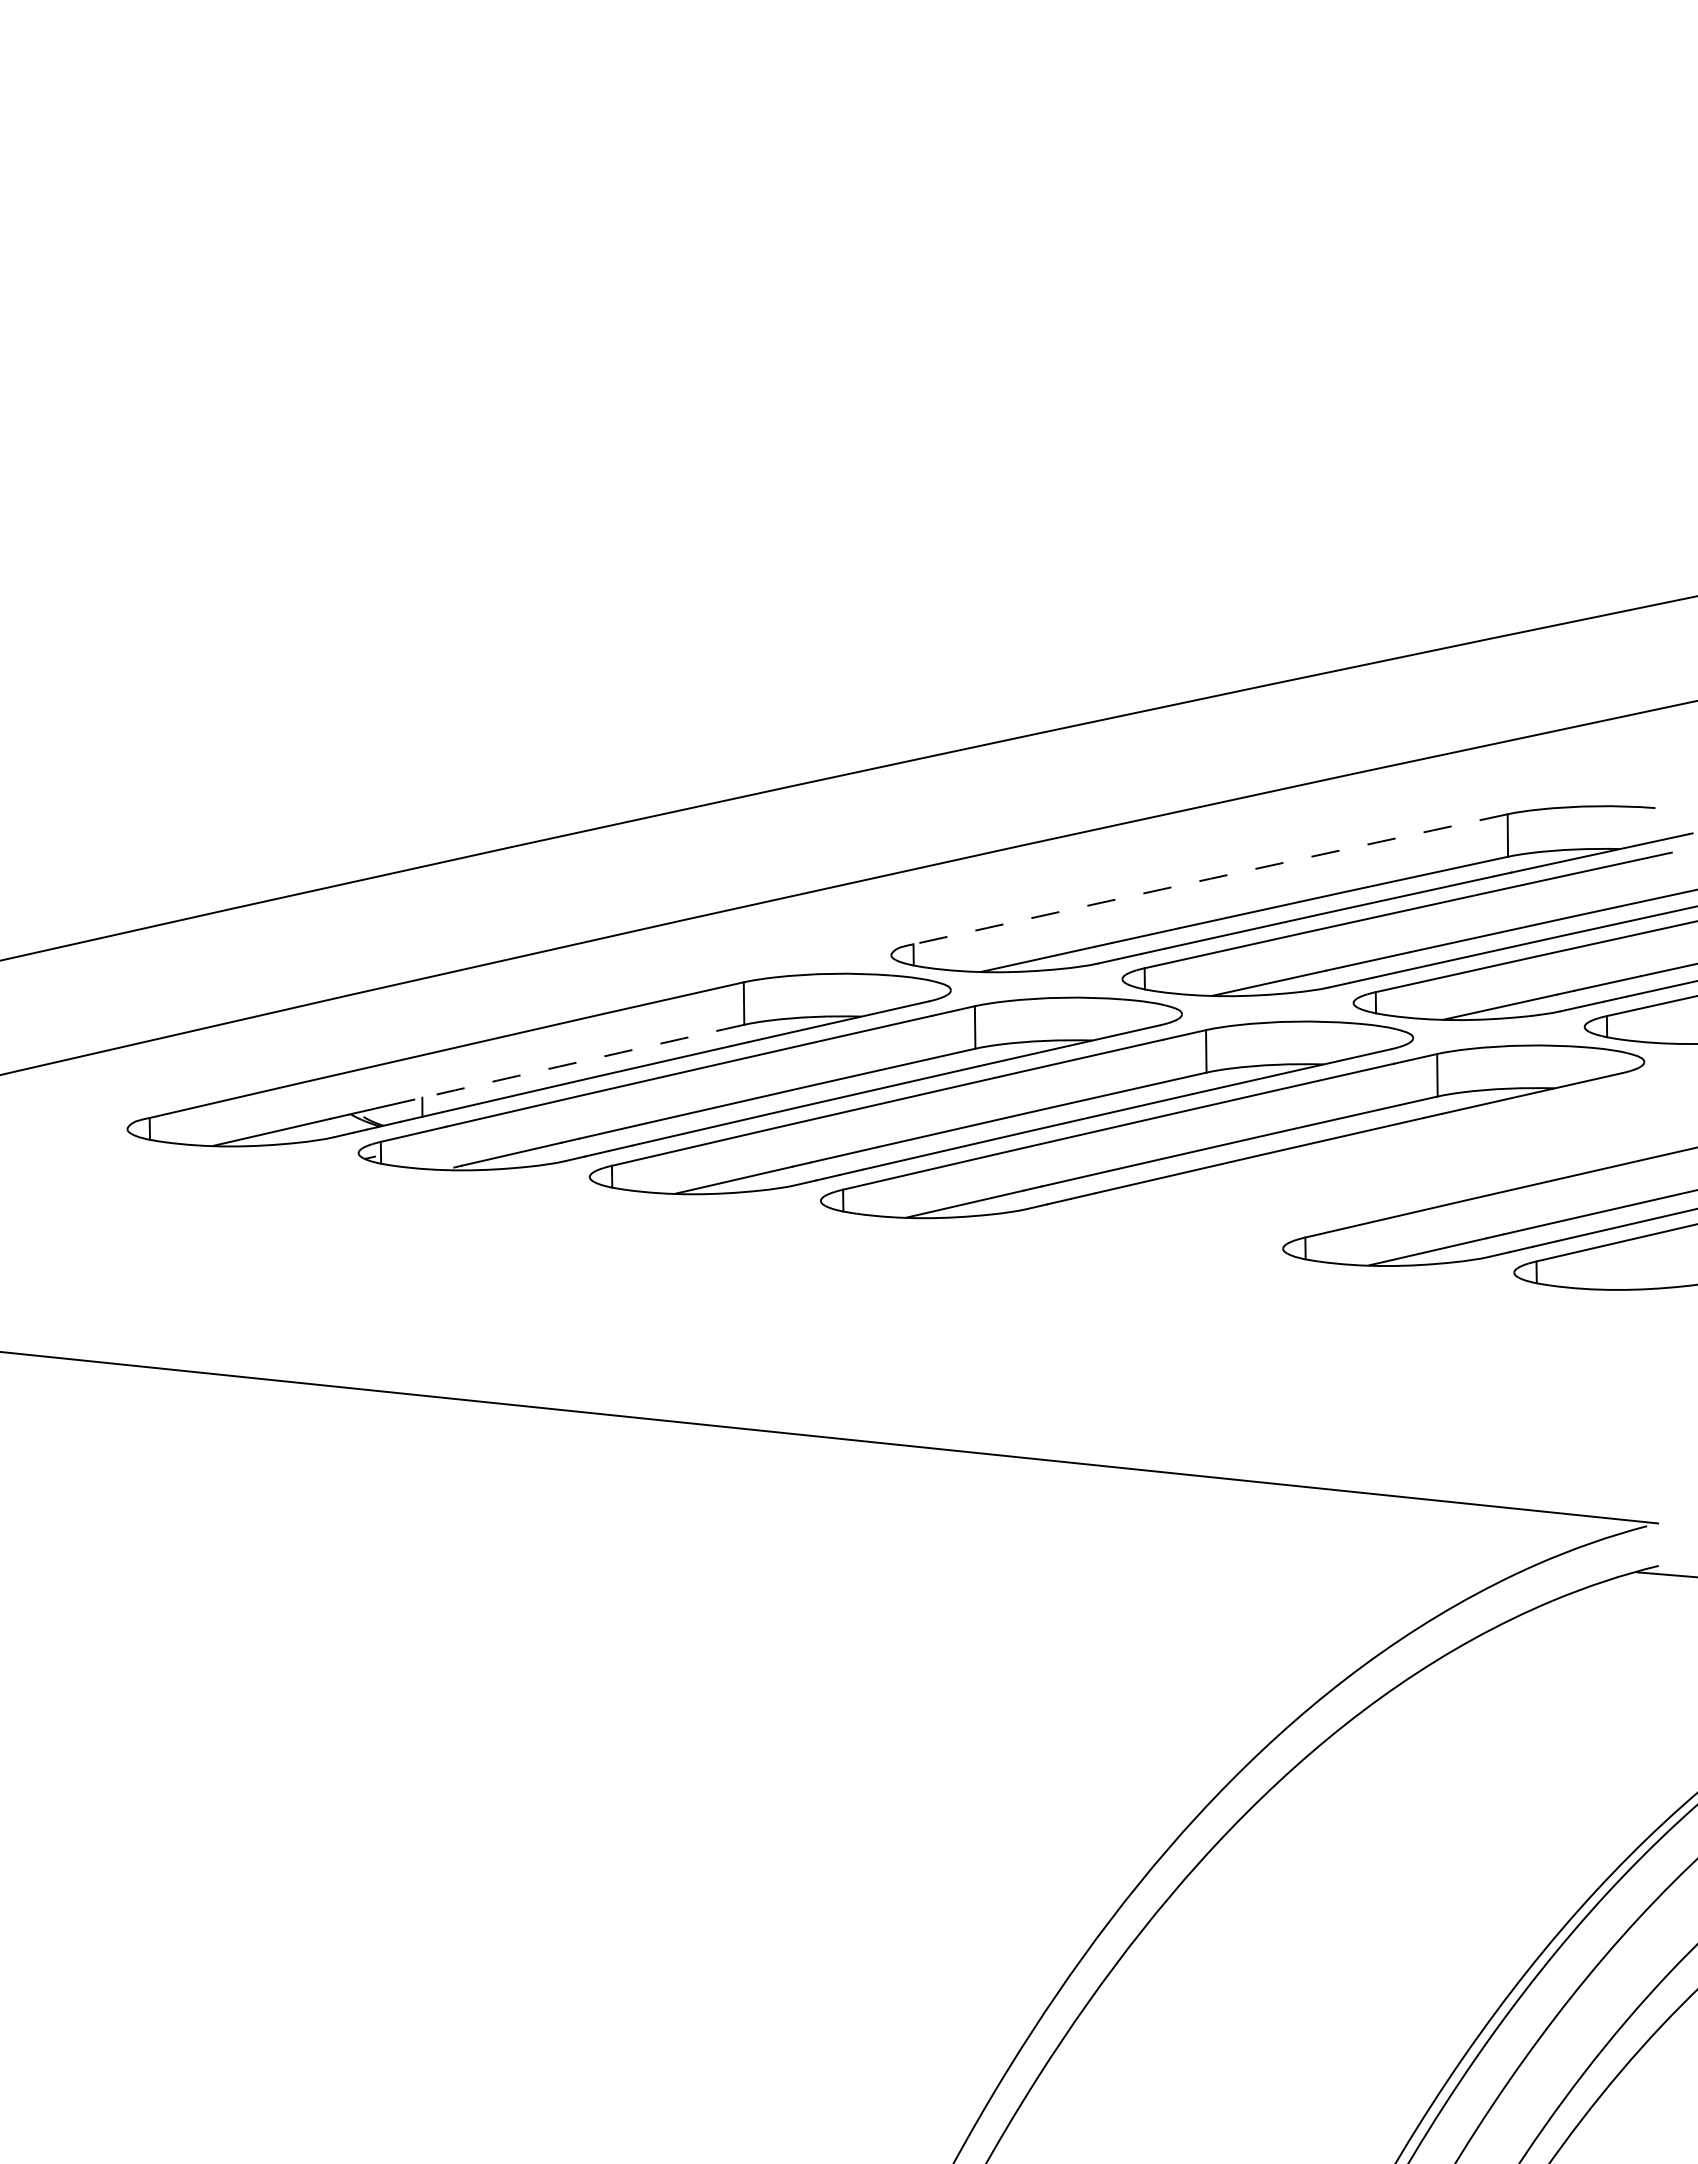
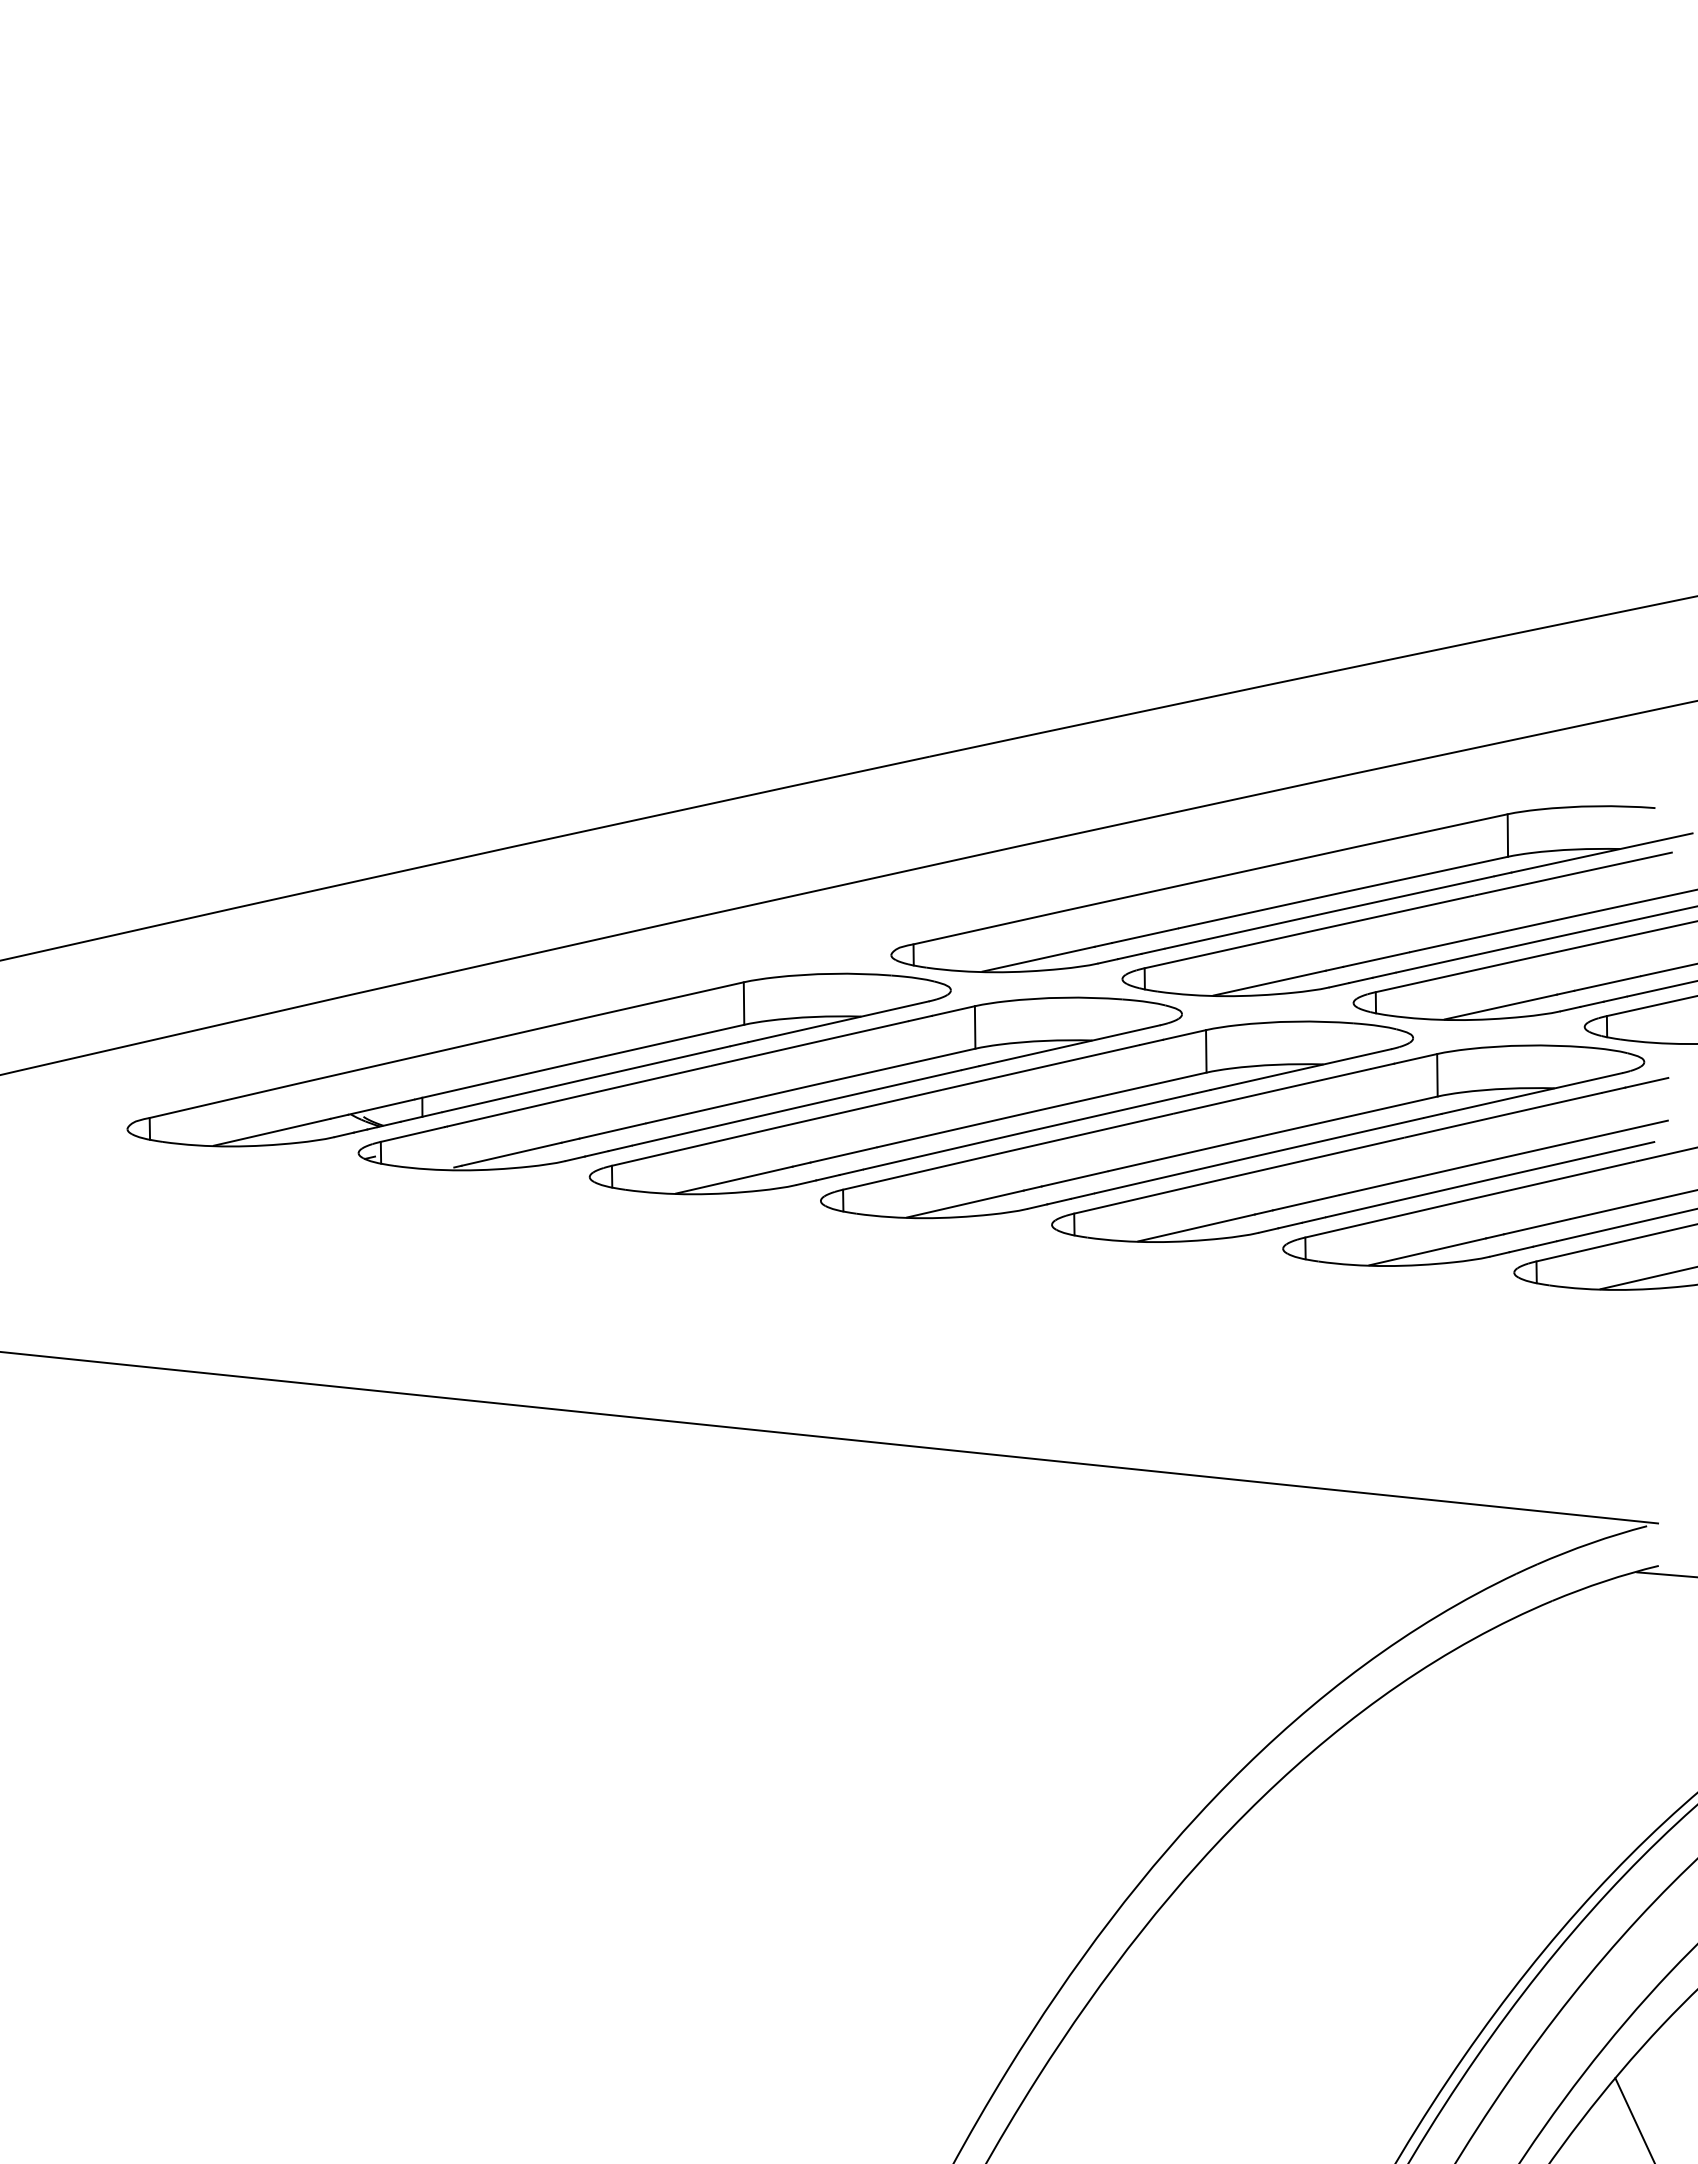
arc at (1210, 878): dashed -> solid
arc at (579, 1062): dashed -> solid
part at (1358, 1149): none -> present
line at (1647, 1278): none -> present
line at (1634, 2119): none -> present
